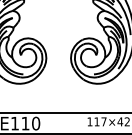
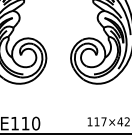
line at (65, 112): present -> none
